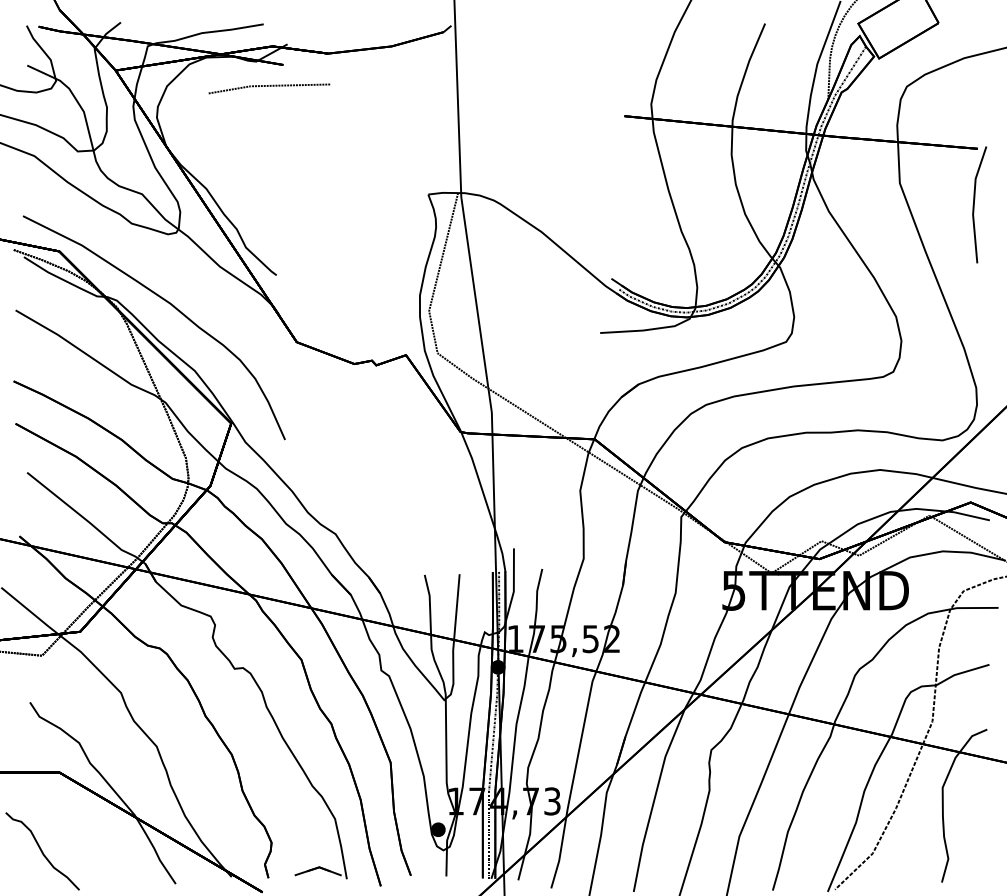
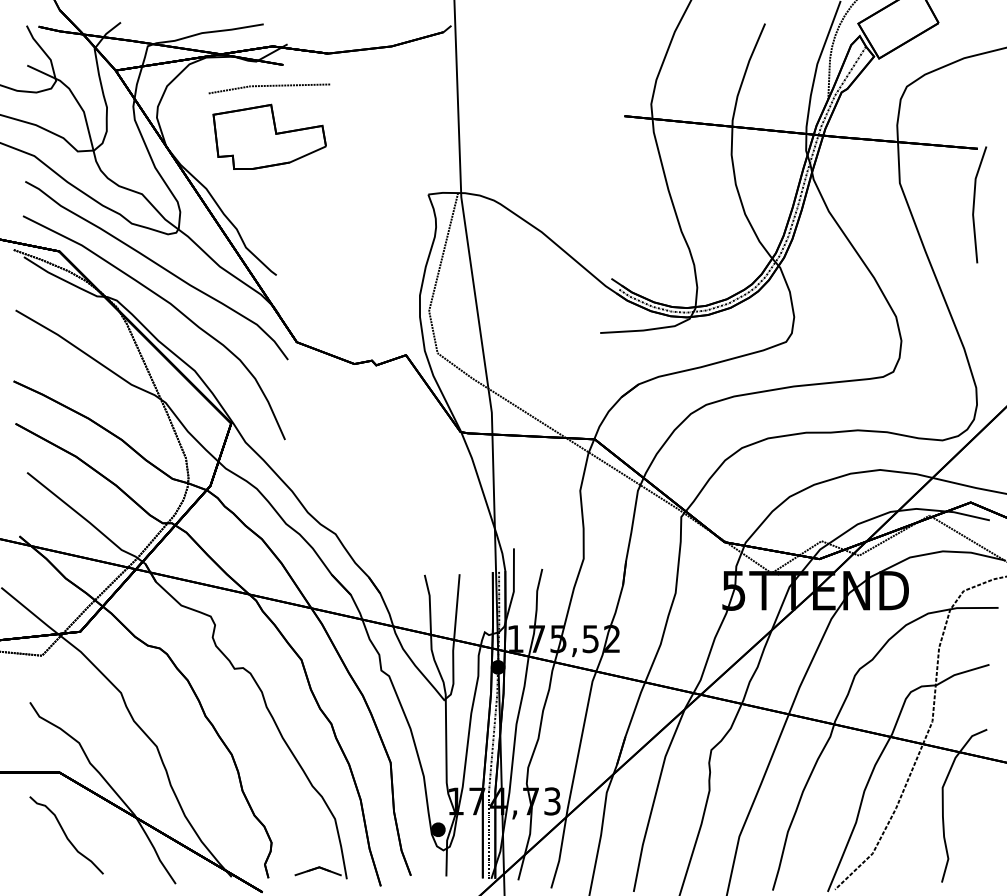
part at (269, 136): none -> present
curve at (158, 266): none -> present
part at (42, 851) position: (42, 851) -> (66, 835)
